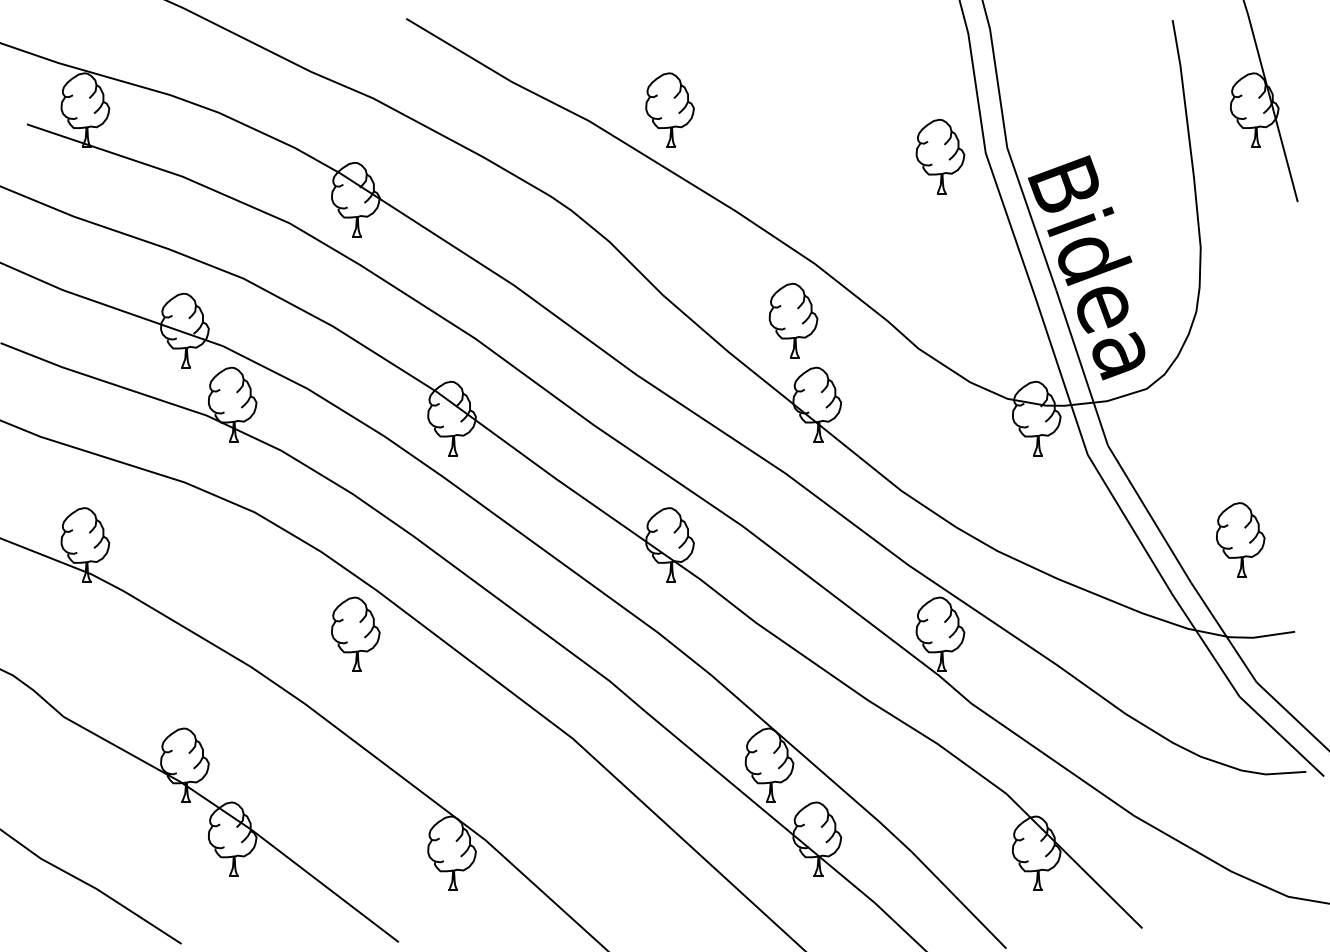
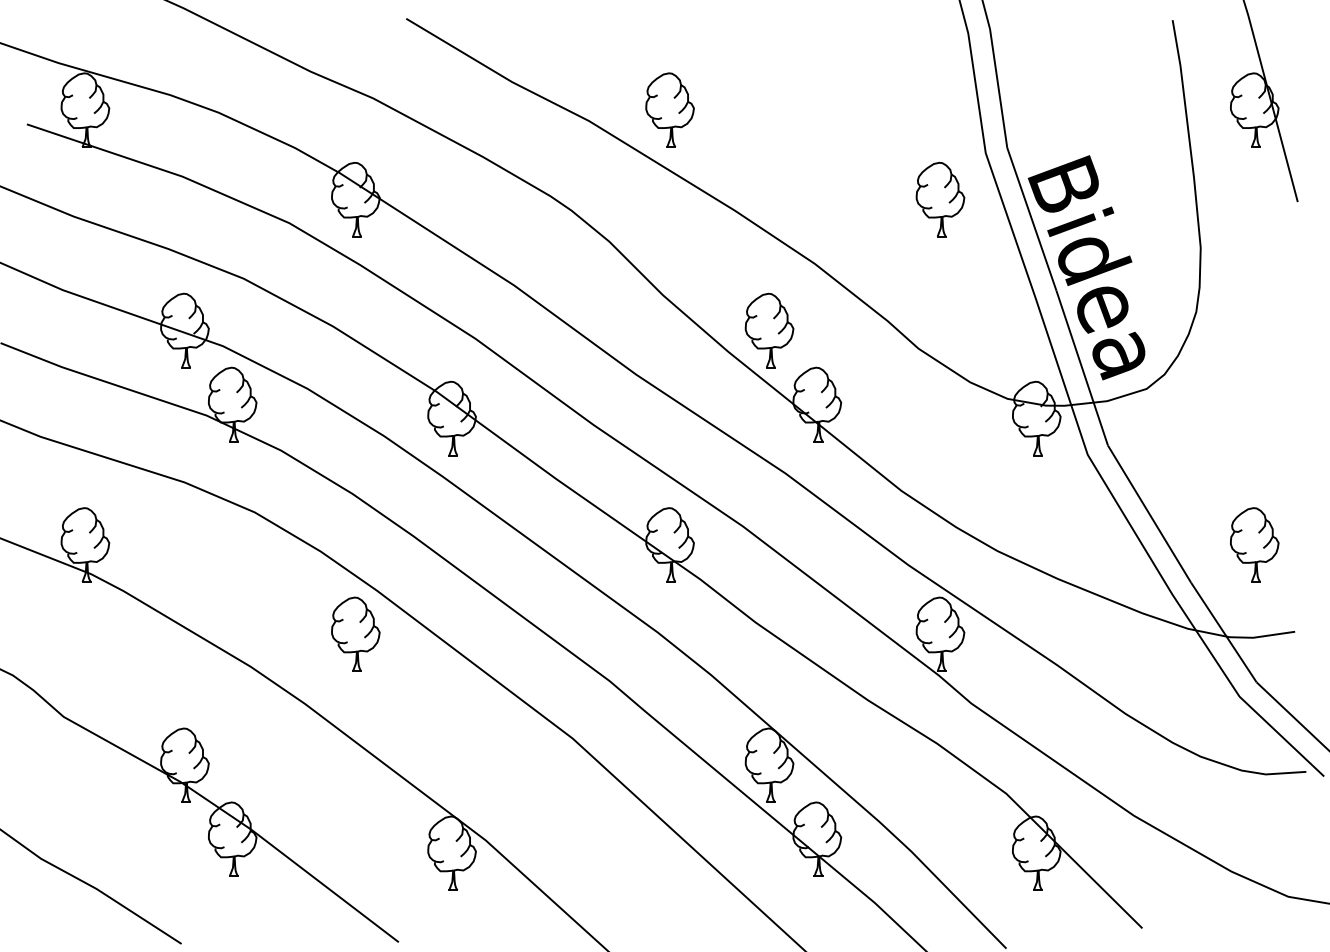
part at (940, 156) position: (940, 156) -> (940, 199)
part at (793, 320) position: (793, 320) -> (769, 330)
part at (1240, 539) position: (1240, 539) -> (1254, 544)
